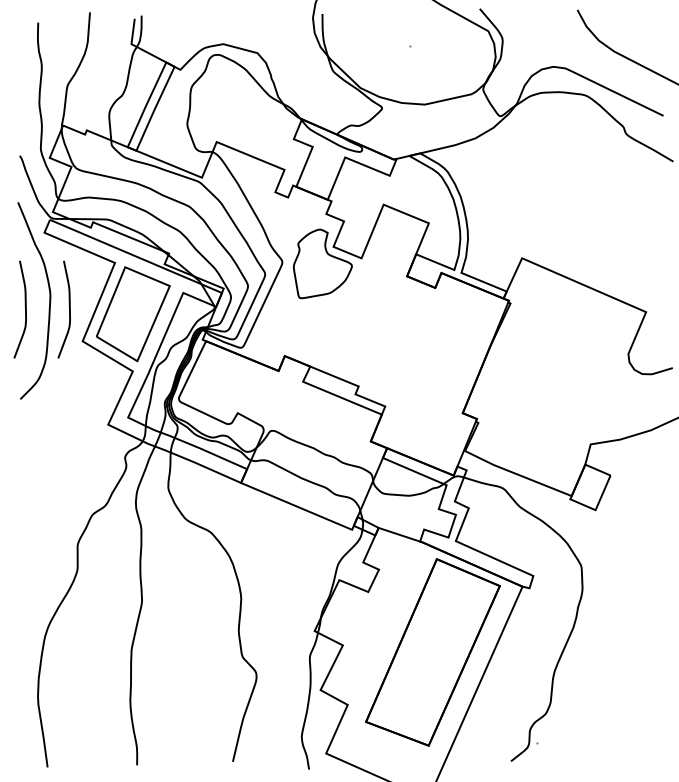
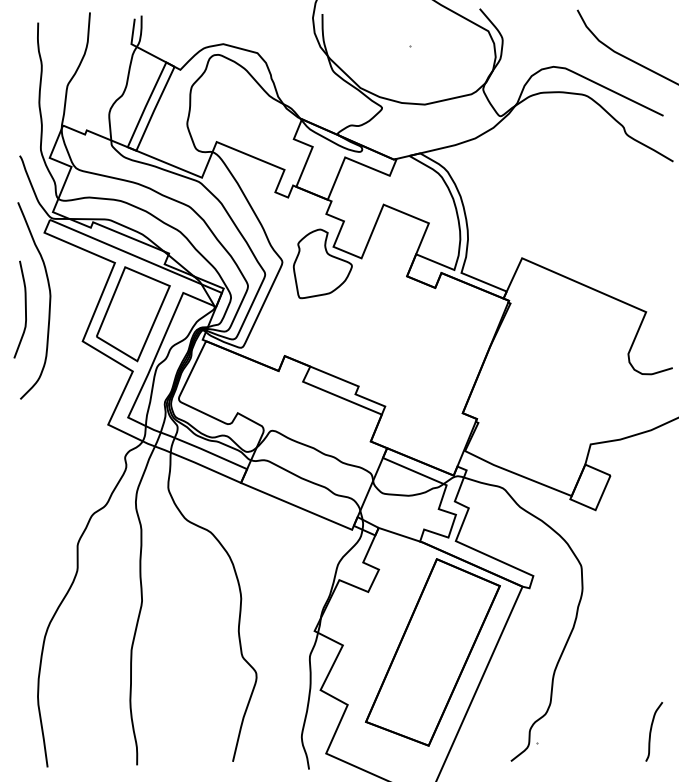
curve at (69, 309): present -> none
curve at (651, 731): none -> present
